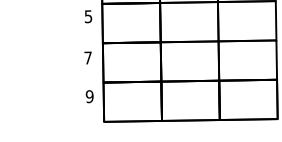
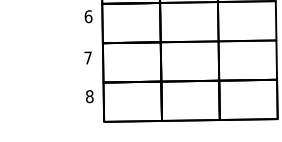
text at (88, 16): 5 -> 6
text at (89, 96): 9 -> 8
